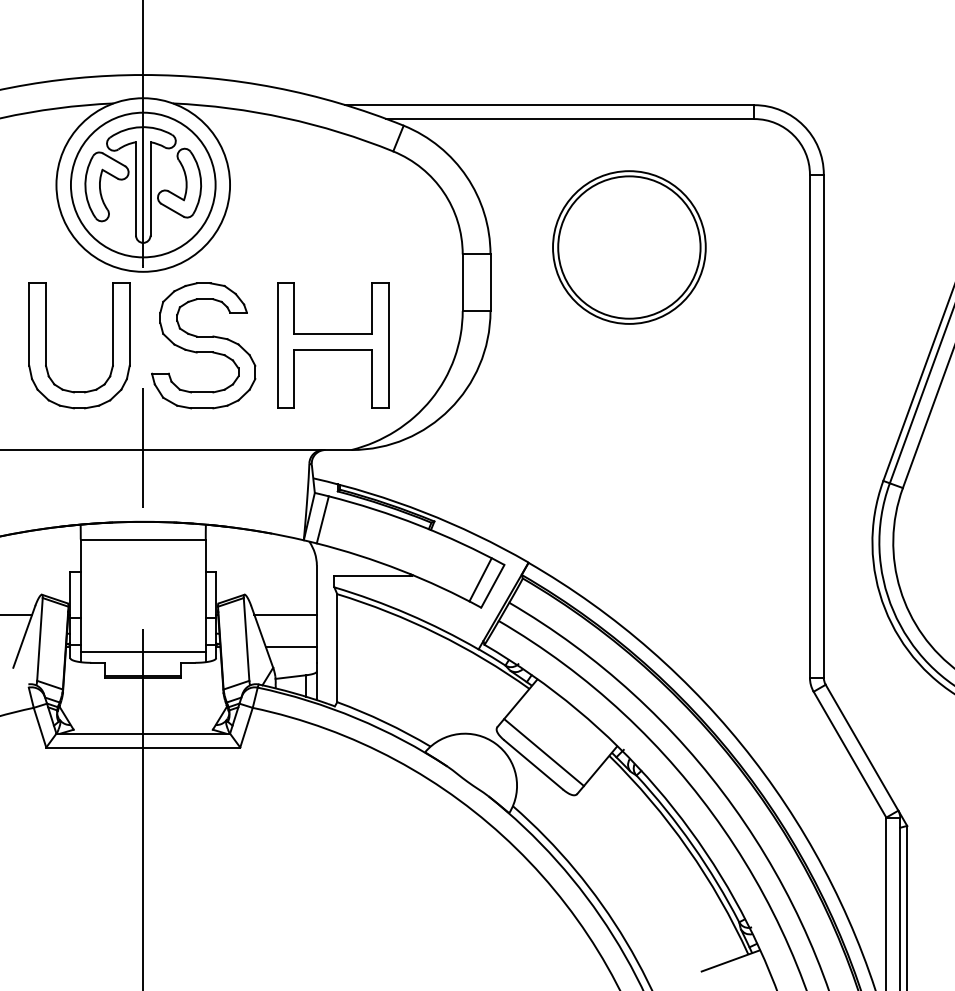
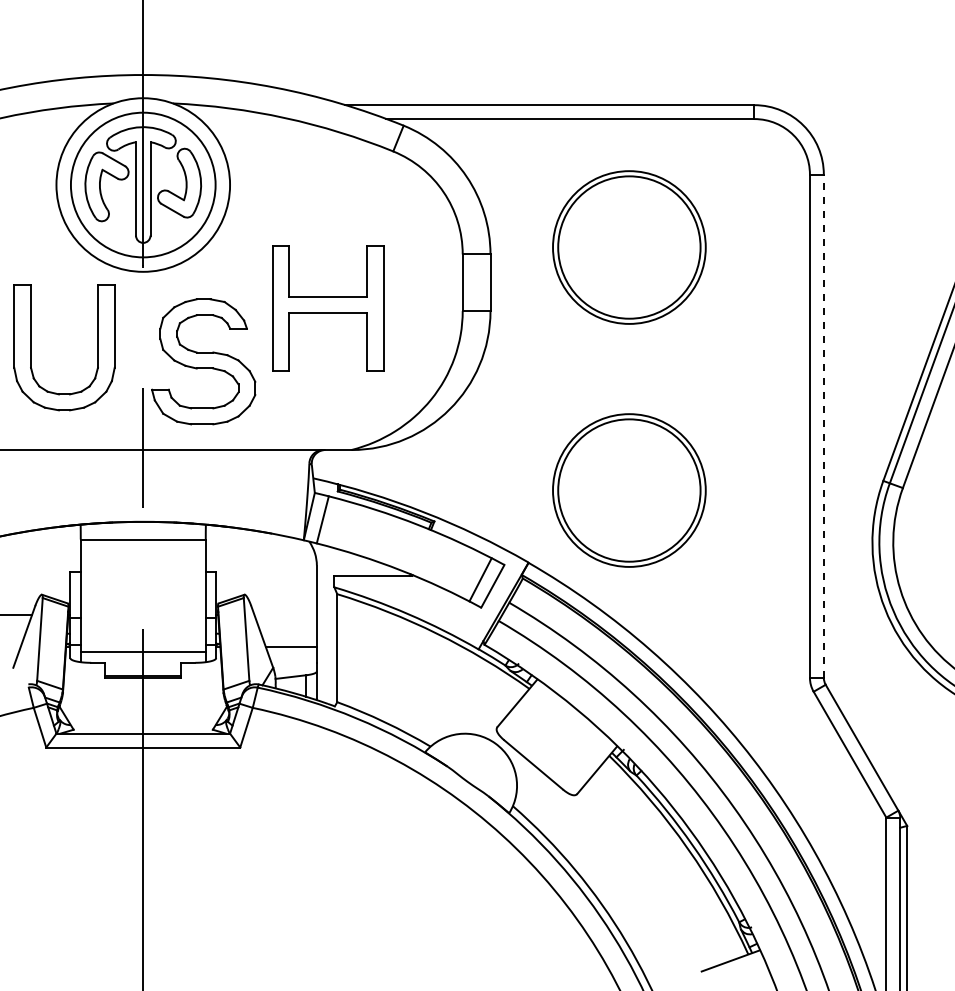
part at (46, 345) position: (46, 345) -> (31, 347)
part at (203, 345) position: (203, 345) -> (203, 361)
part at (333, 345) position: (333, 345) -> (328, 308)
line at (823, 426): solid -> dashed
part at (629, 490): none -> present
line at (285, 614): present -> none
line at (543, 752): present -> none
